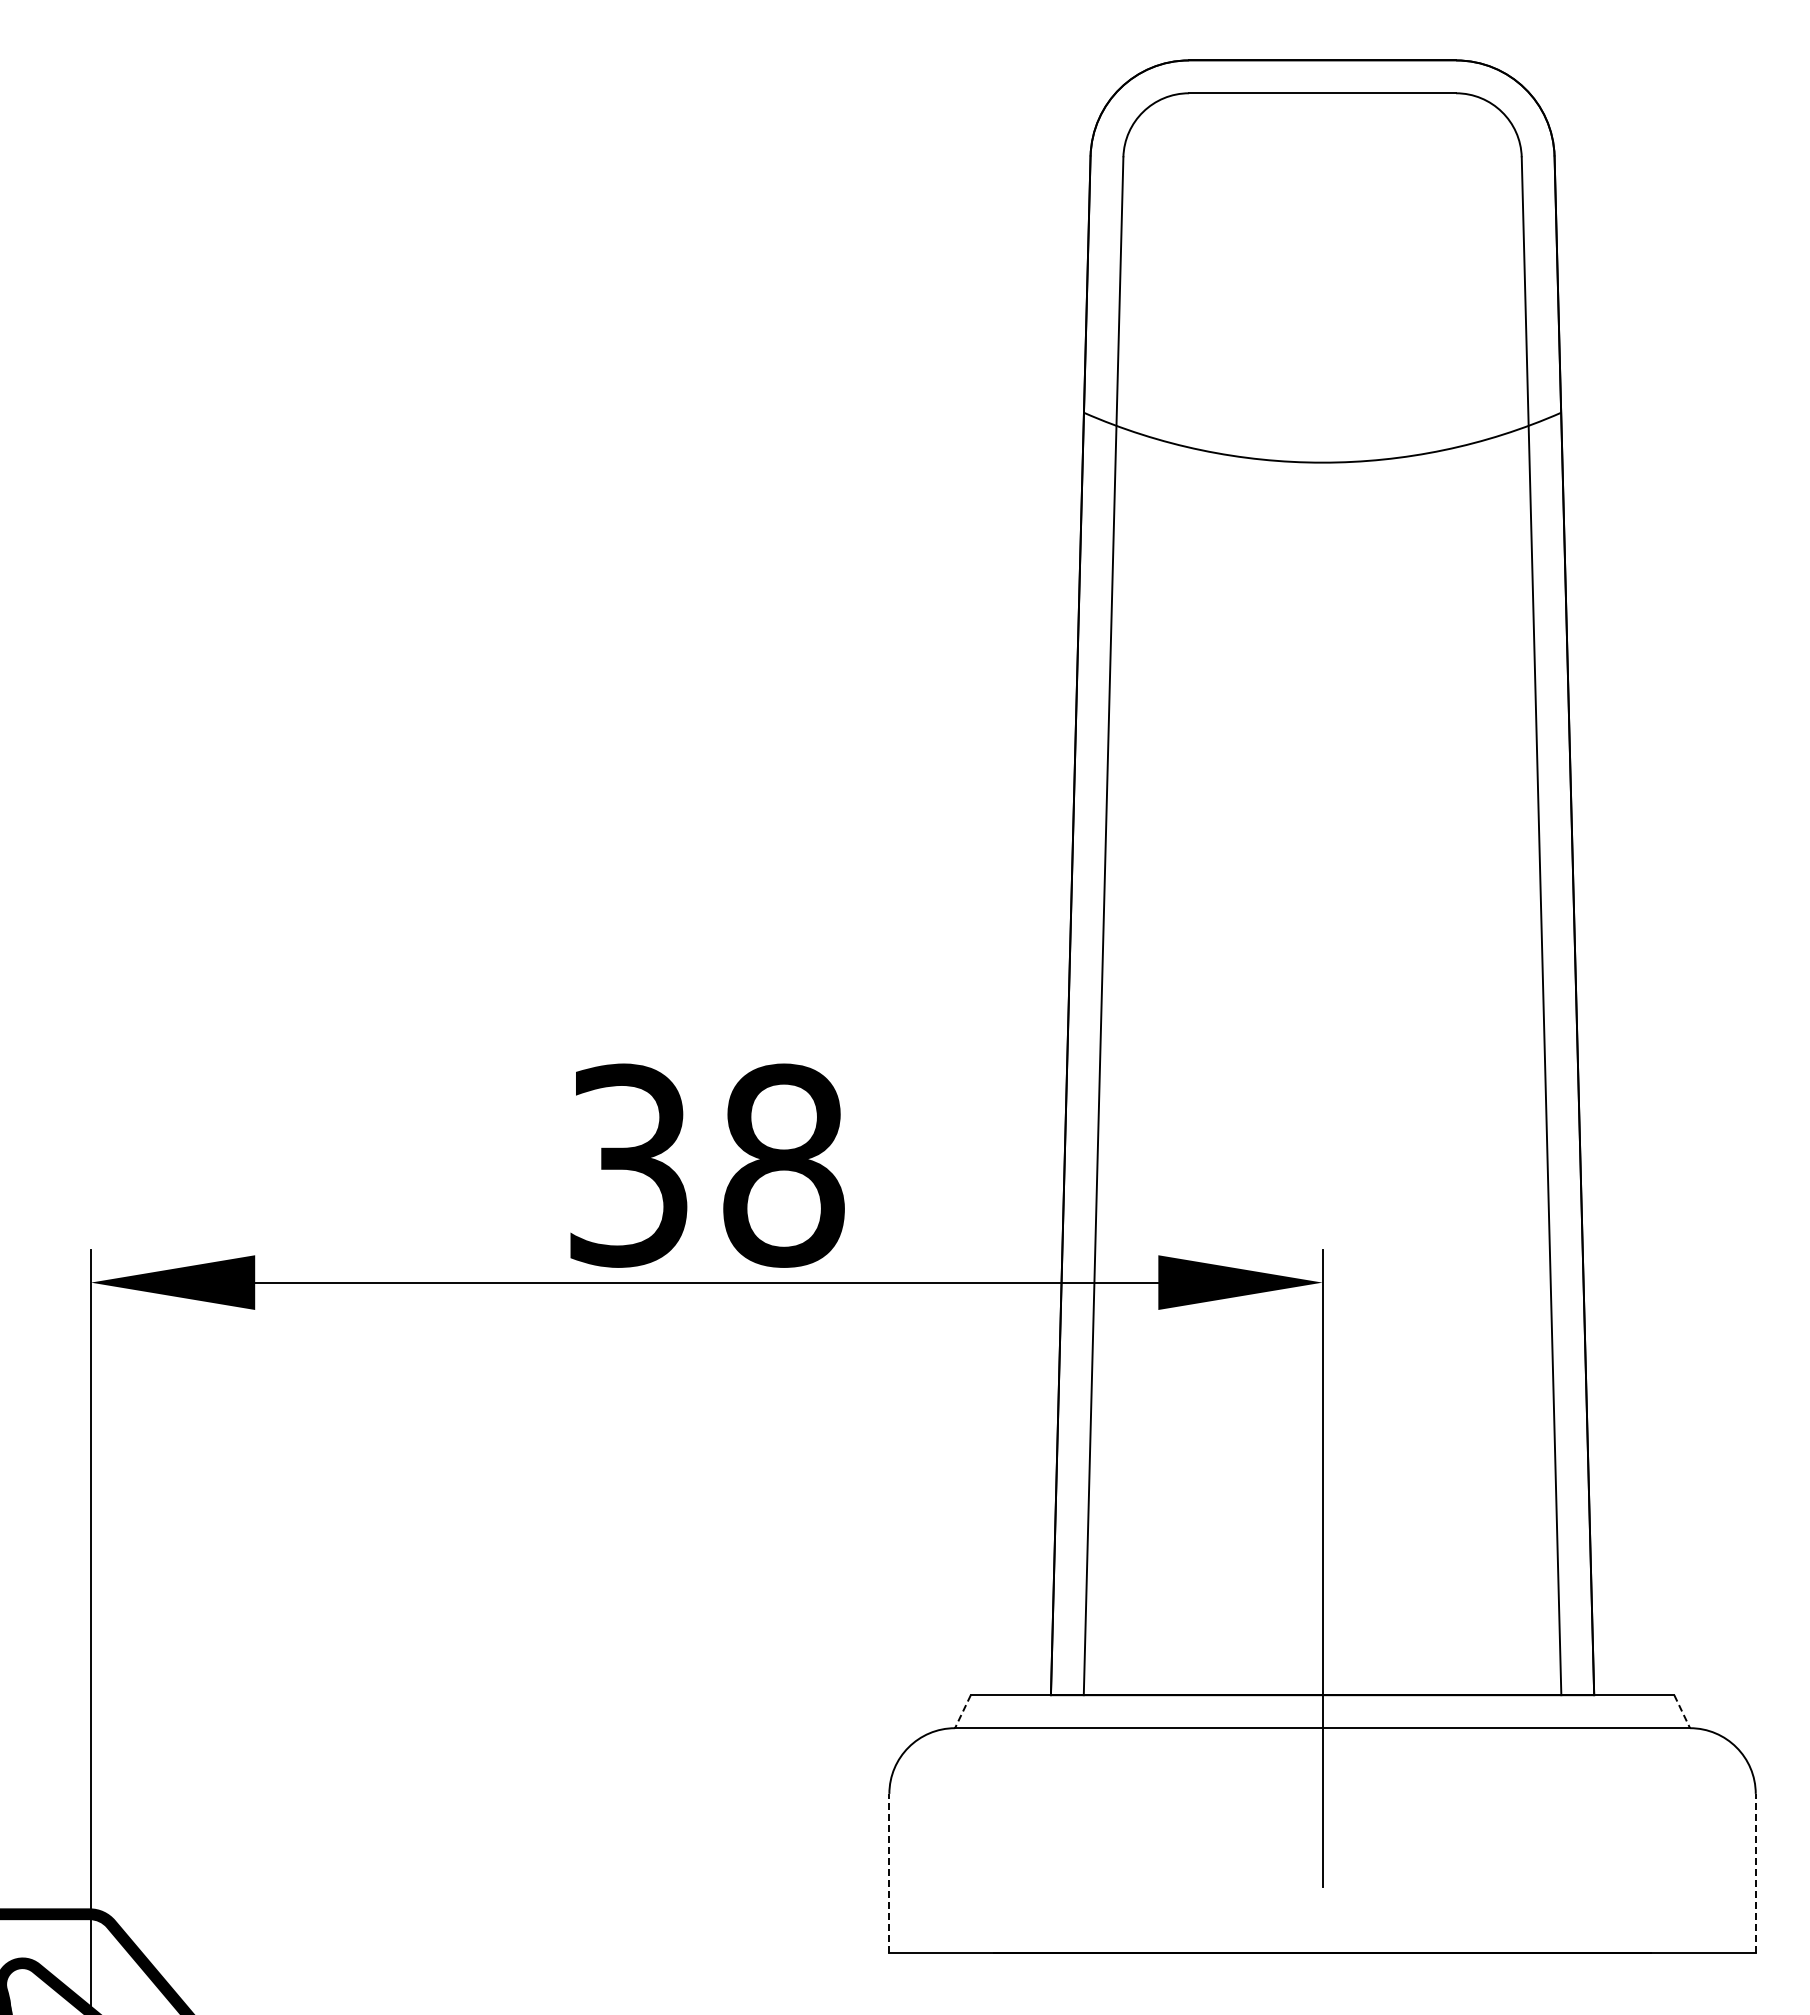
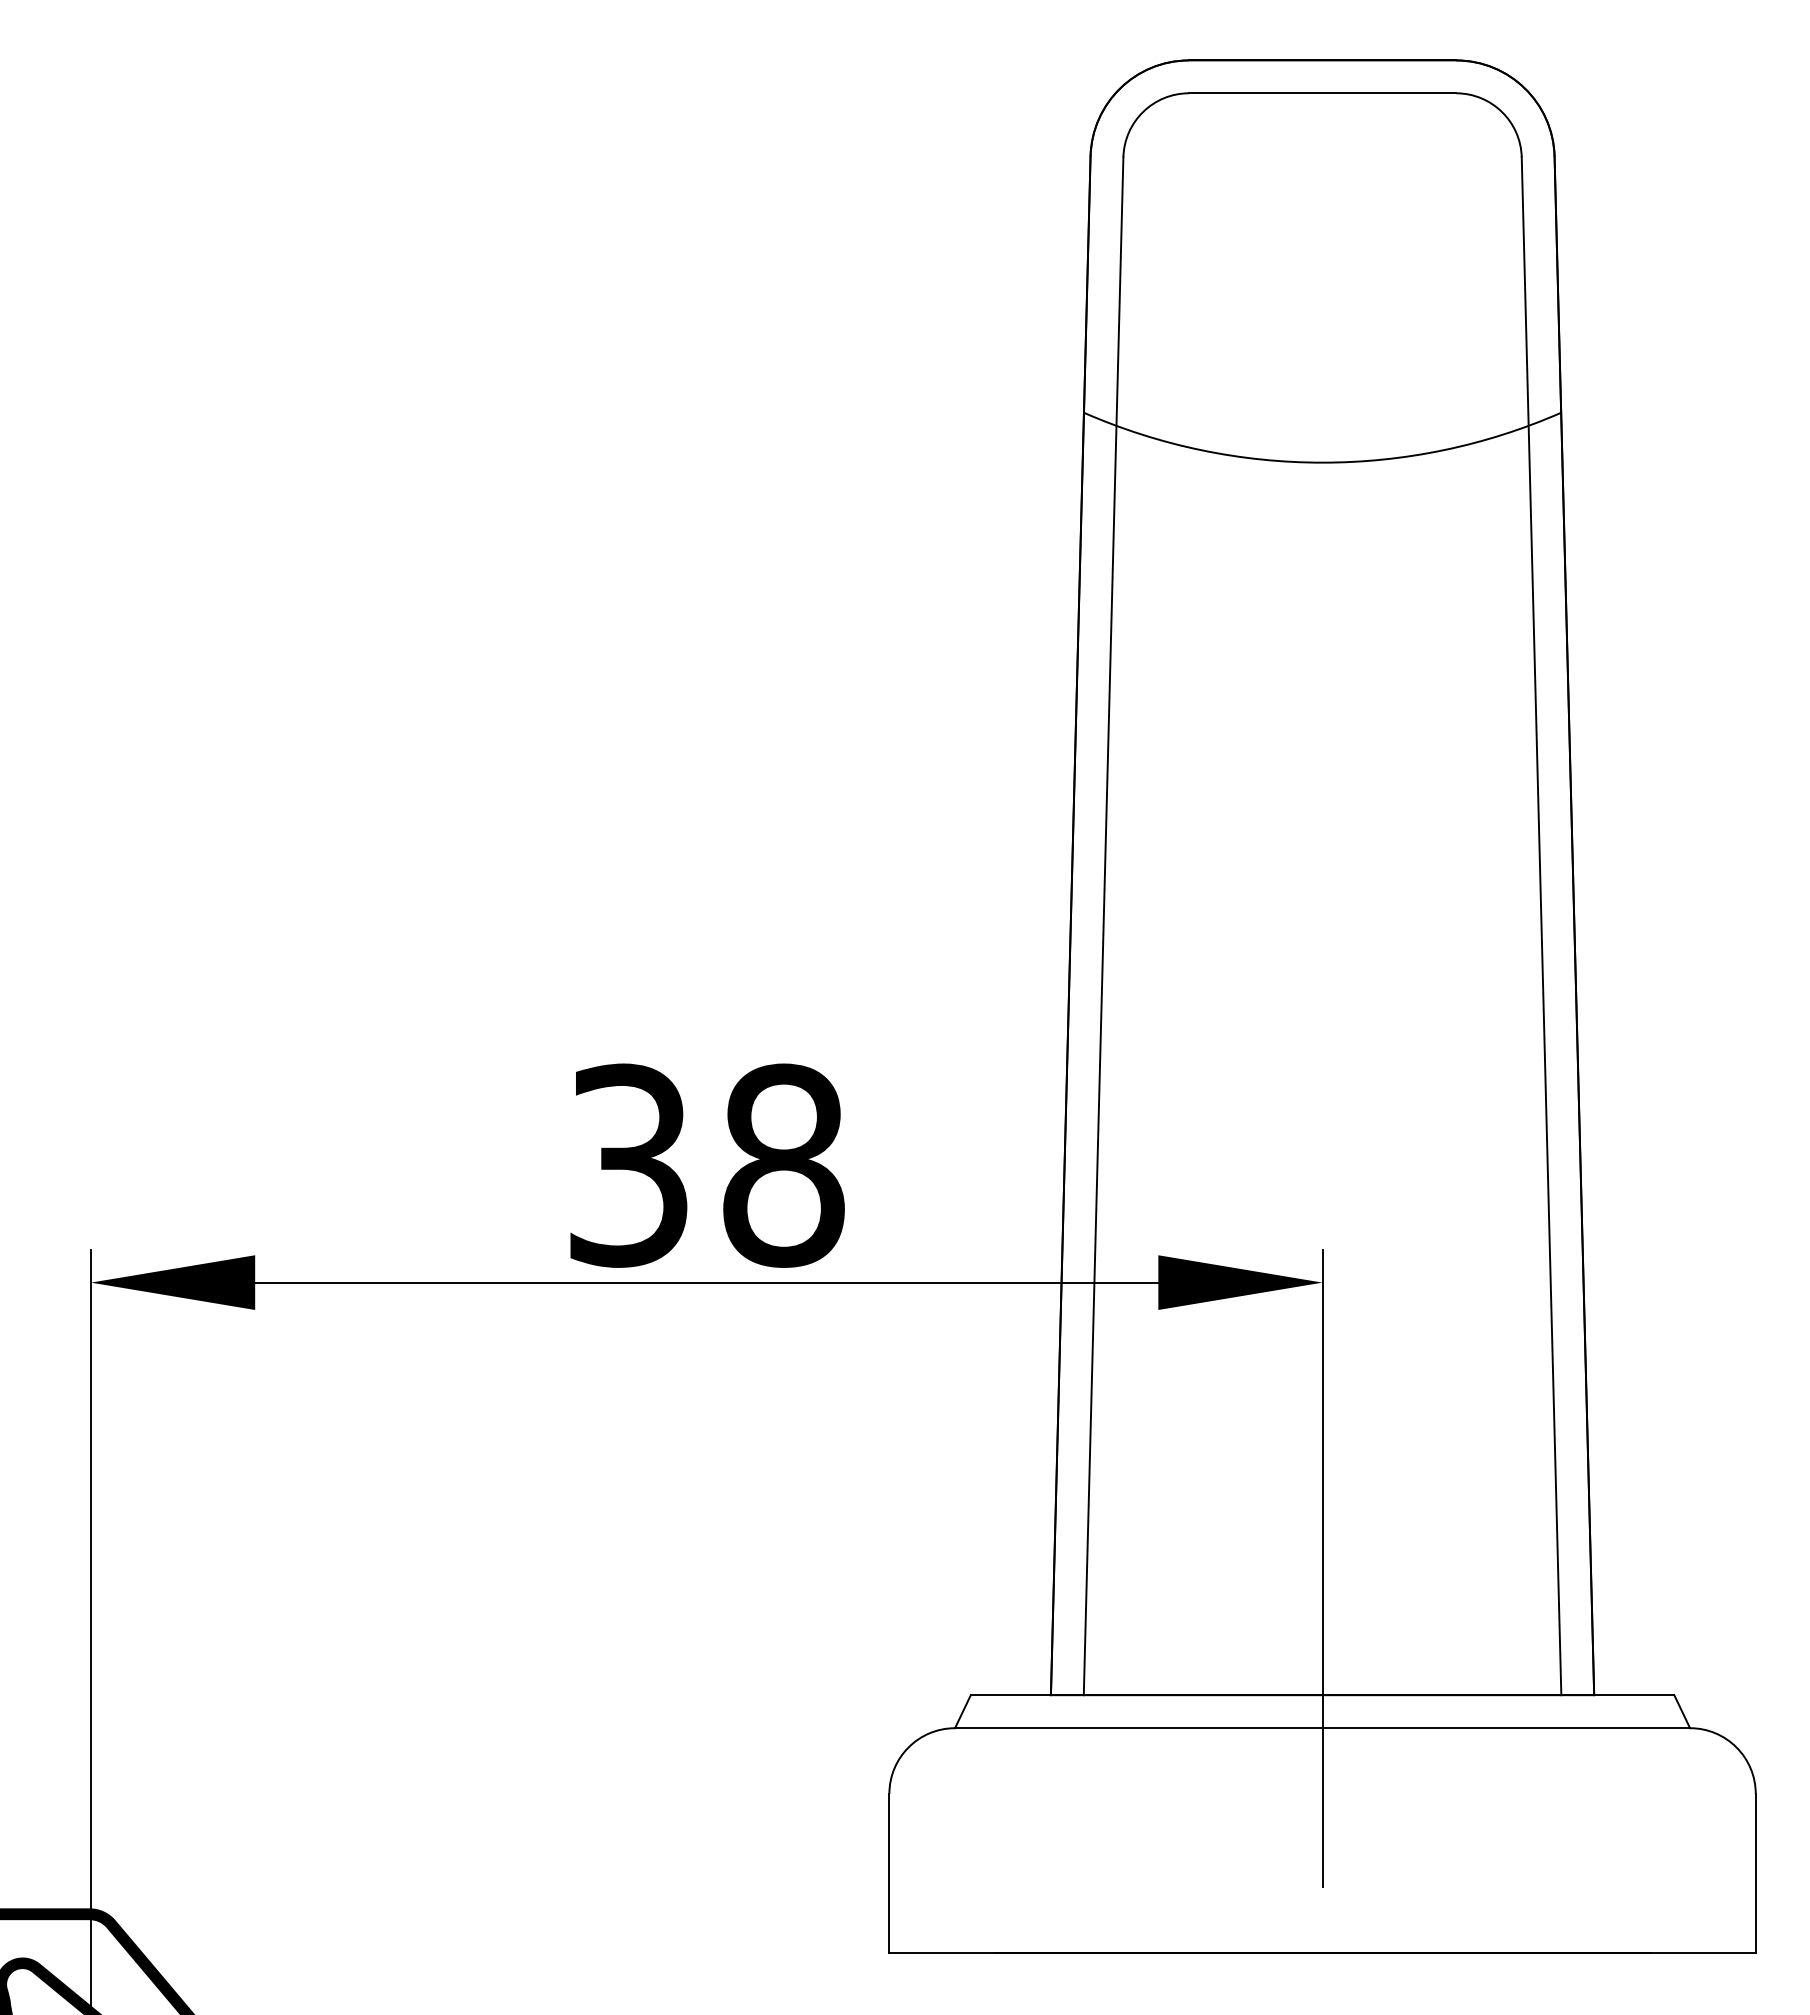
line at (962, 1712): dashed -> solid
line at (1682, 1712): dashed -> solid
line at (889, 1872): dashed -> solid
line at (1755, 1872): dashed -> solid
